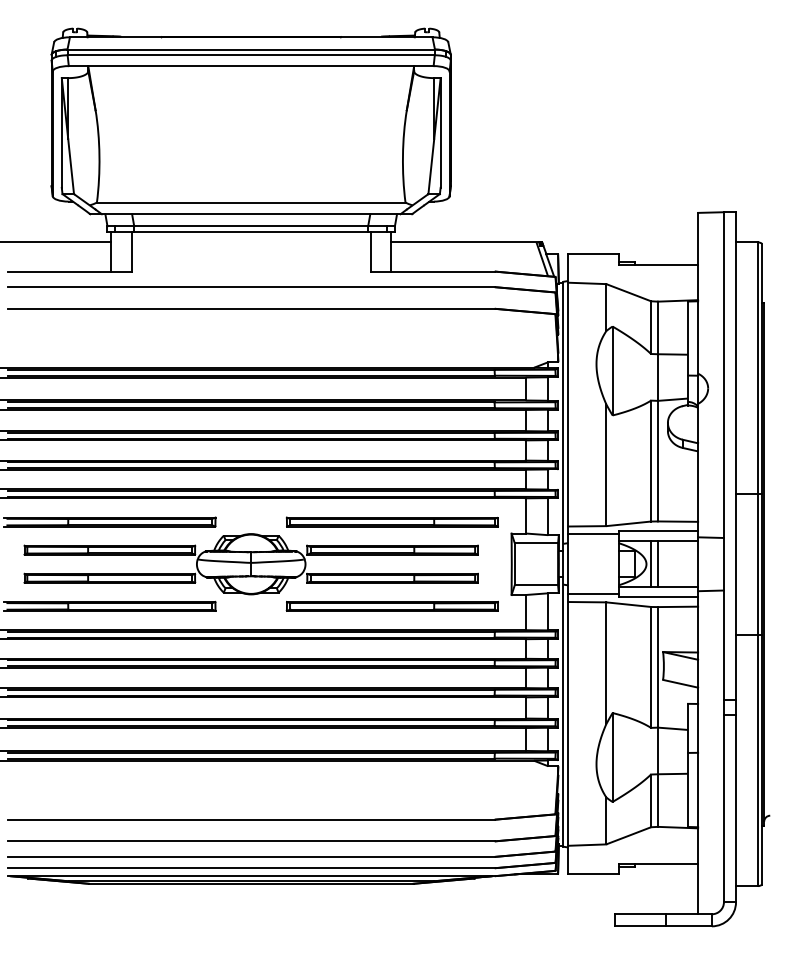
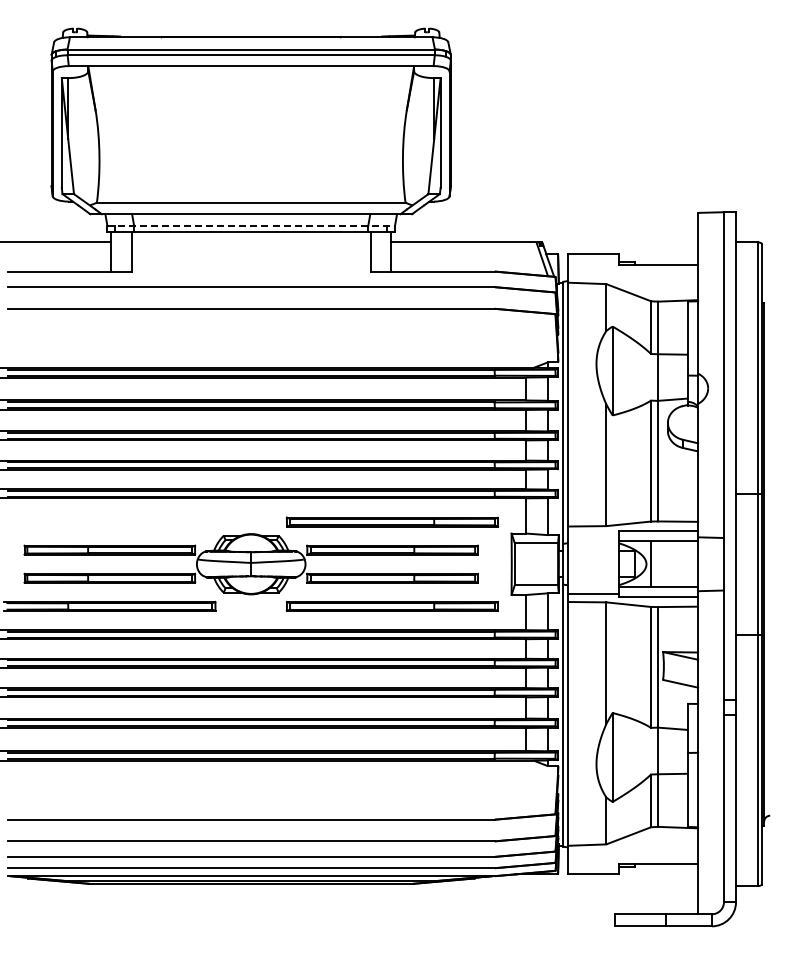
line at (251, 226): solid -> dashed
part at (109, 521): present -> none
line at (593, 534): present -> none
line at (657, 564): present -> none
